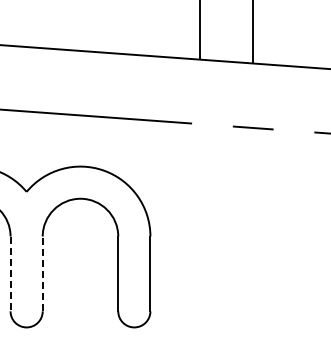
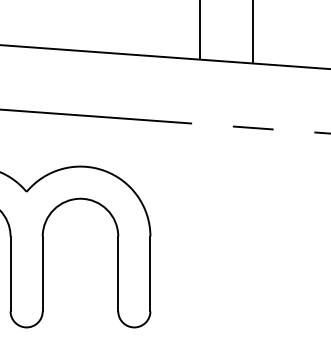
line at (42, 273): dashed -> solid
line at (10, 274): dashed -> solid
